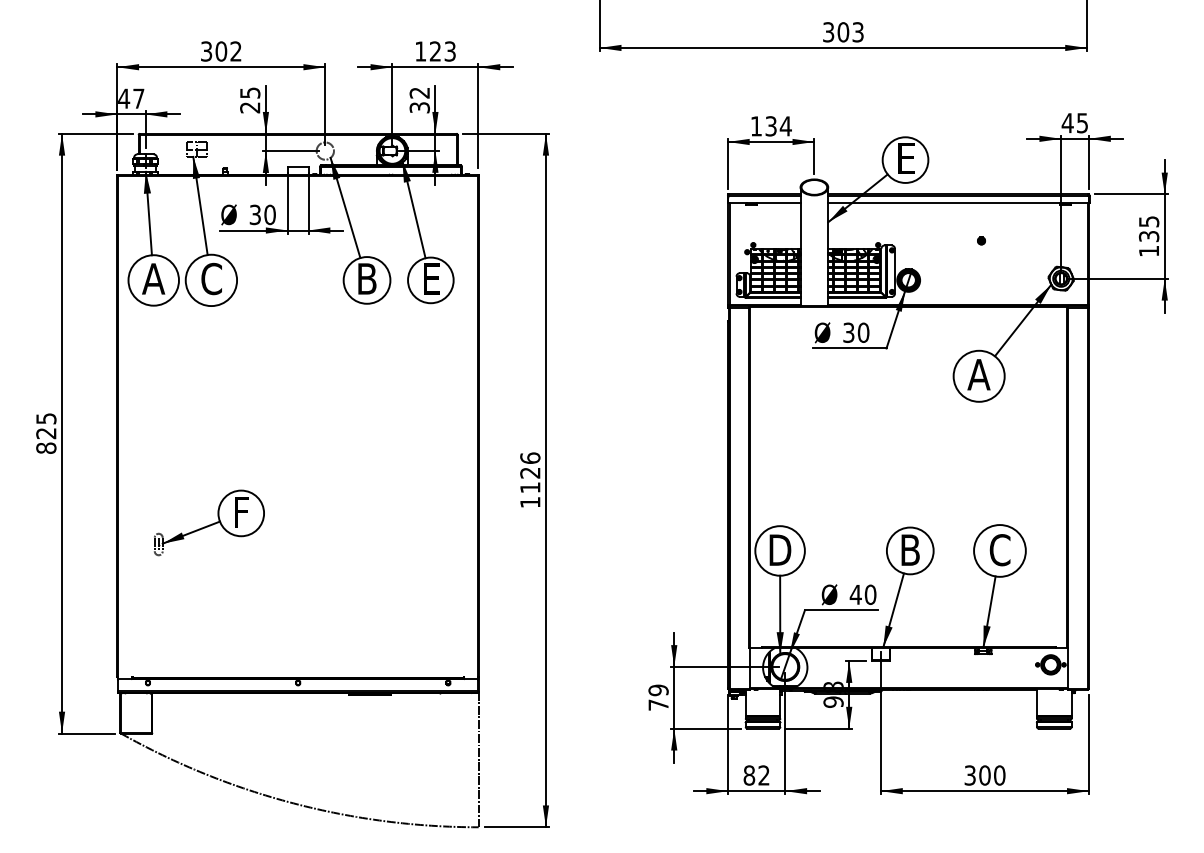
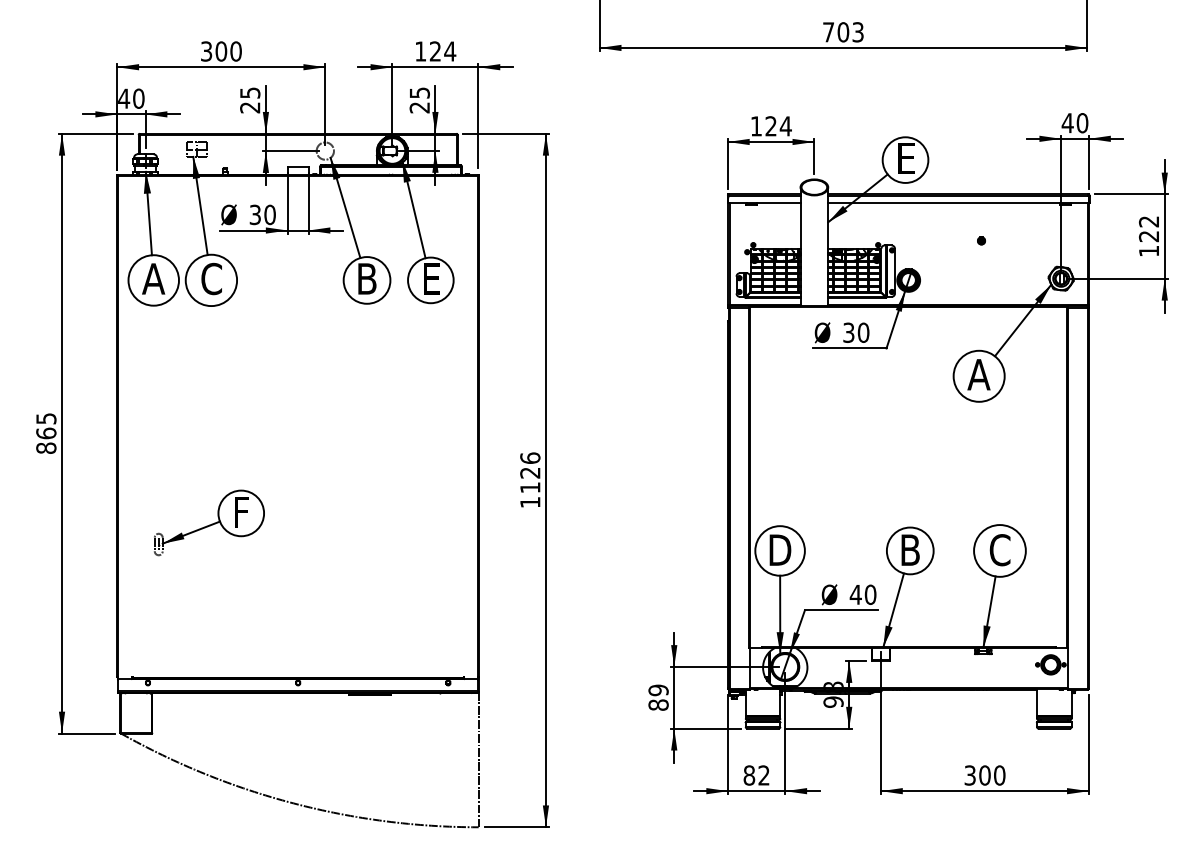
text at (828, 32): 303 -> 703
text at (235, 51): 302 -> 300
text at (450, 51): 123 -> 124
text at (138, 98): 47 -> 40
text at (419, 100): 32 -> 25
text at (1082, 123): 45 -> 40
text at (770, 126): 134 -> 124
text at (1148, 229): 135 -> 122
text at (46, 433): 825 -> 865
text at (658, 704): 79 -> 89
